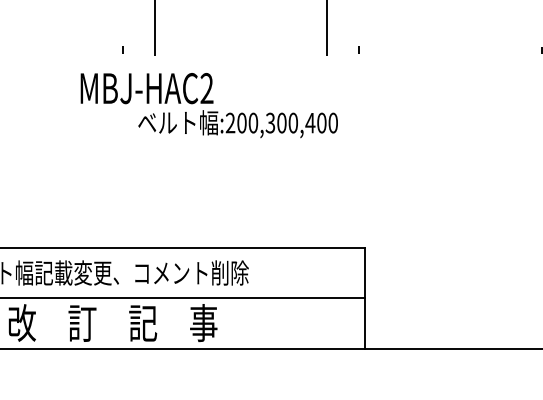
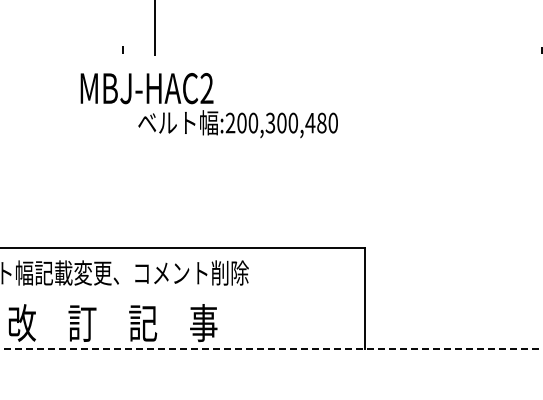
line at (326, 28): present -> none
line at (358, 49): present -> none
text at (321, 123): :200,300,400 -> :200,300,480
line at (183, 298): present -> none
line at (271, 348): solid -> dashed
